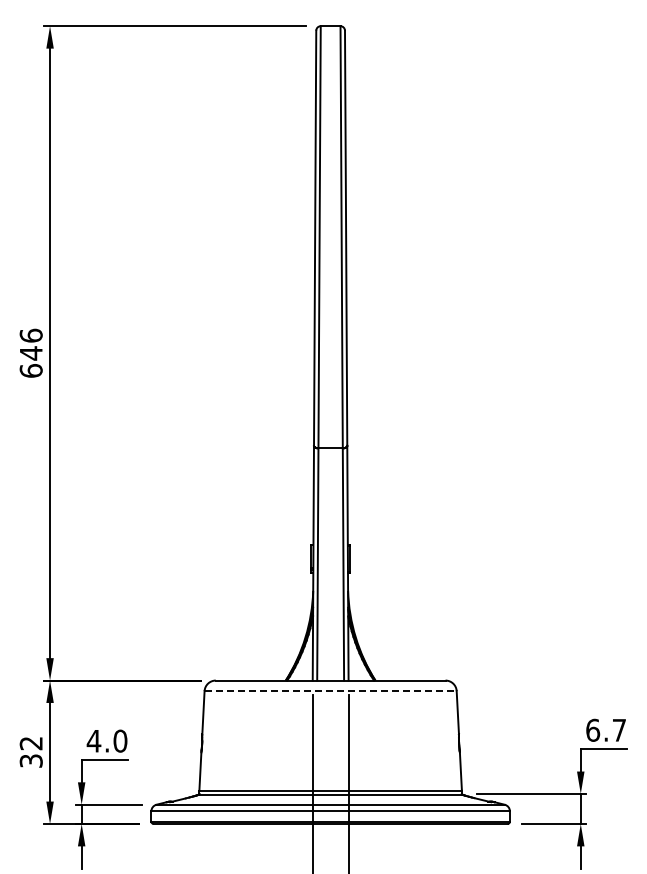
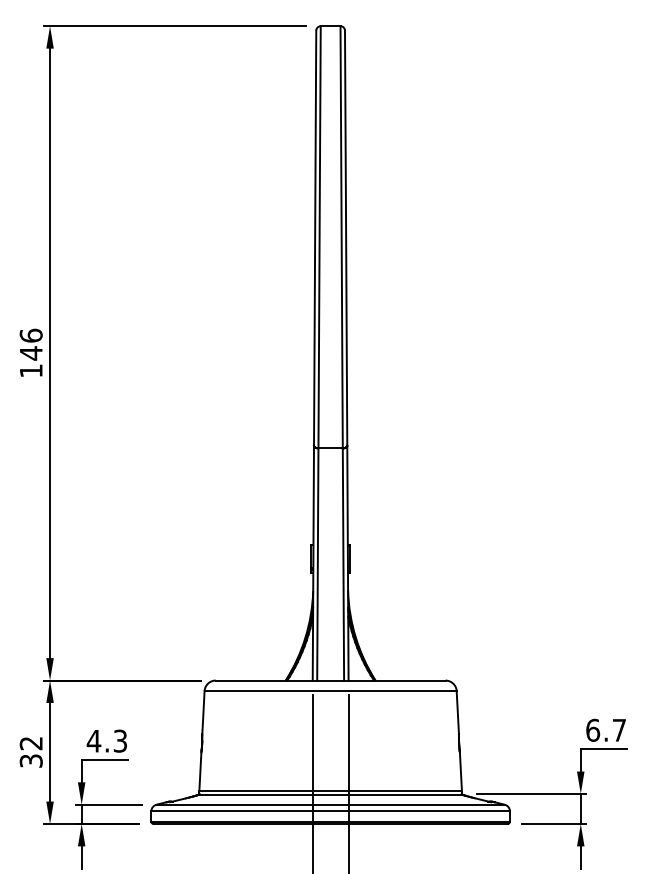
text at (30, 370): 646 -> 146
line at (331, 691): dashed -> solid
text at (120, 740): 4.0 -> 4.3
